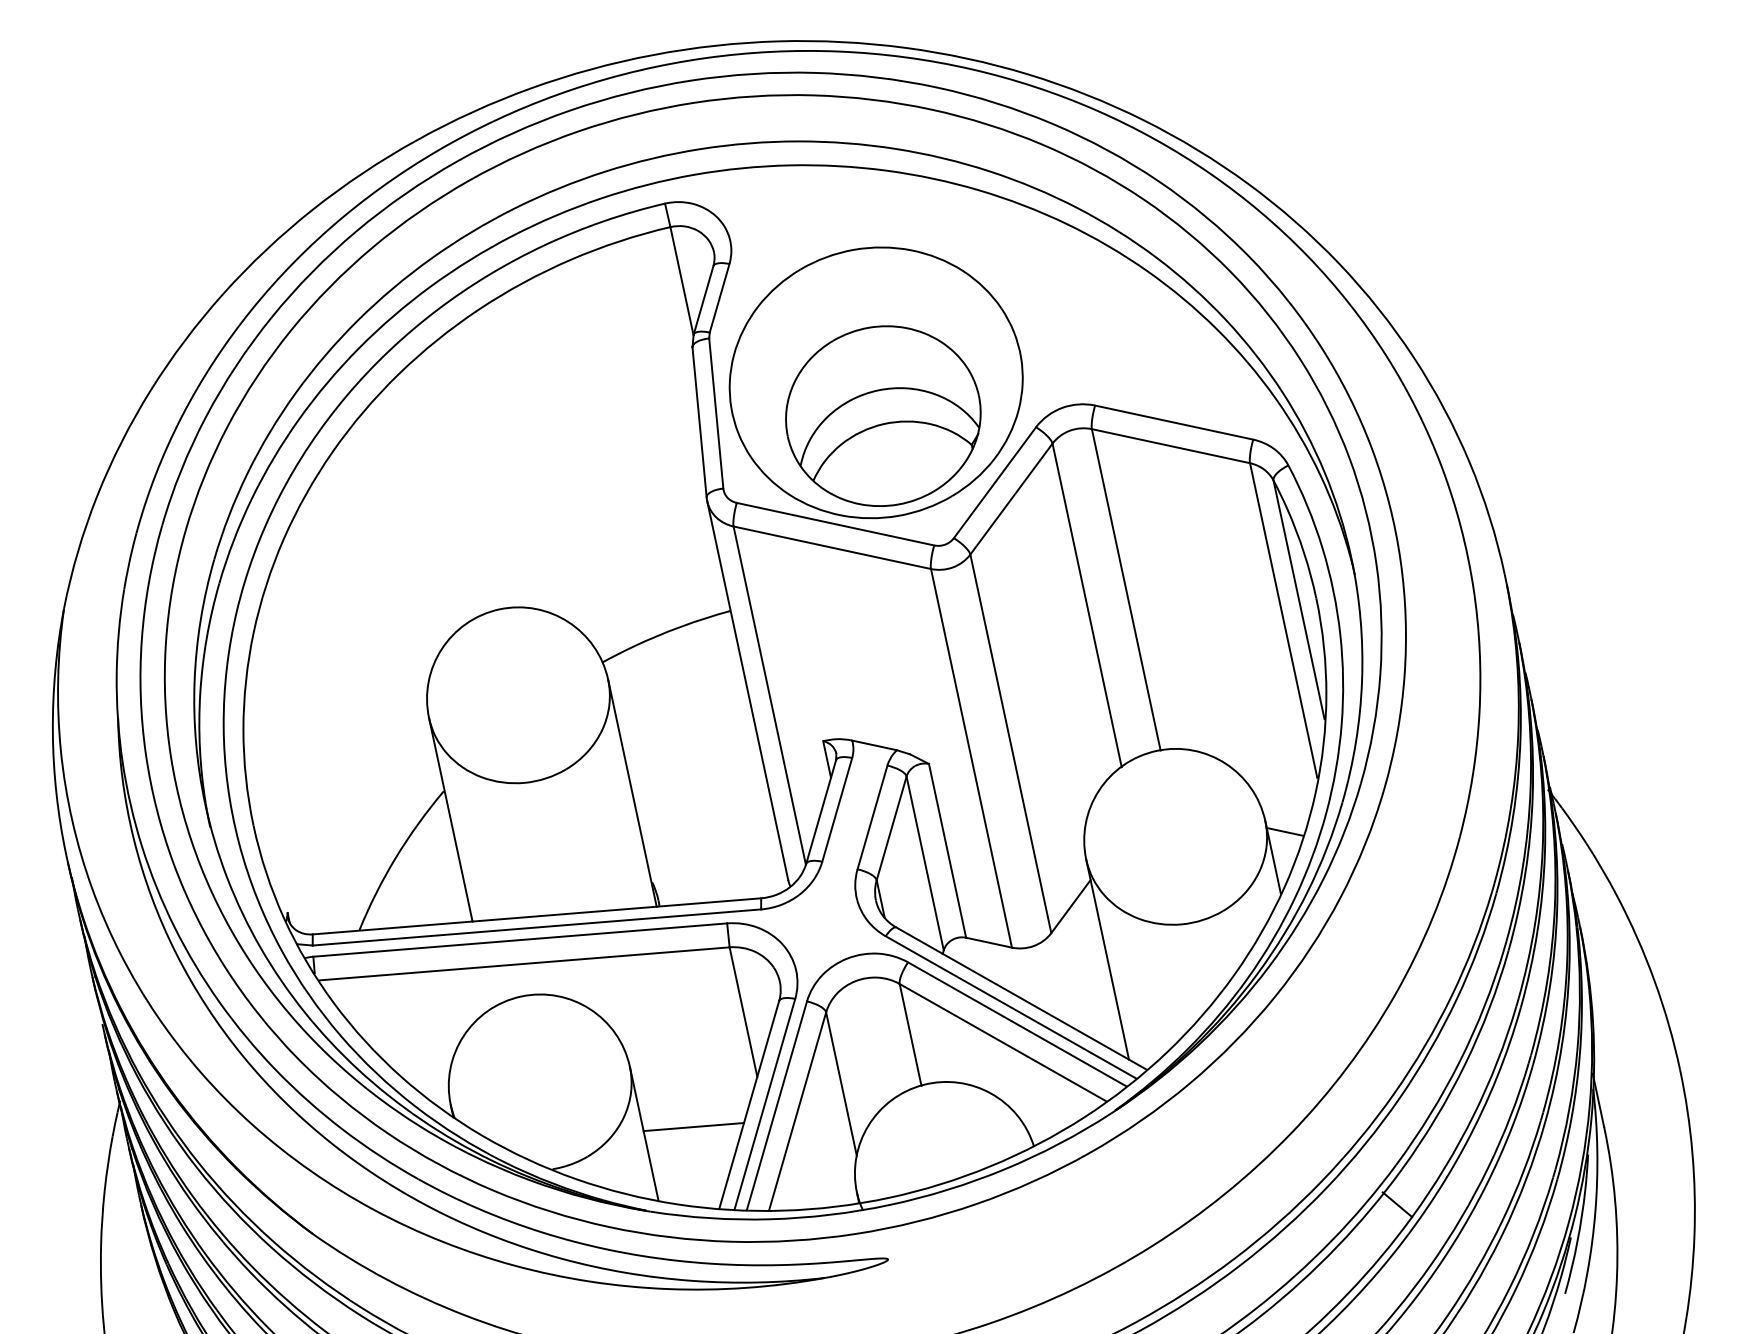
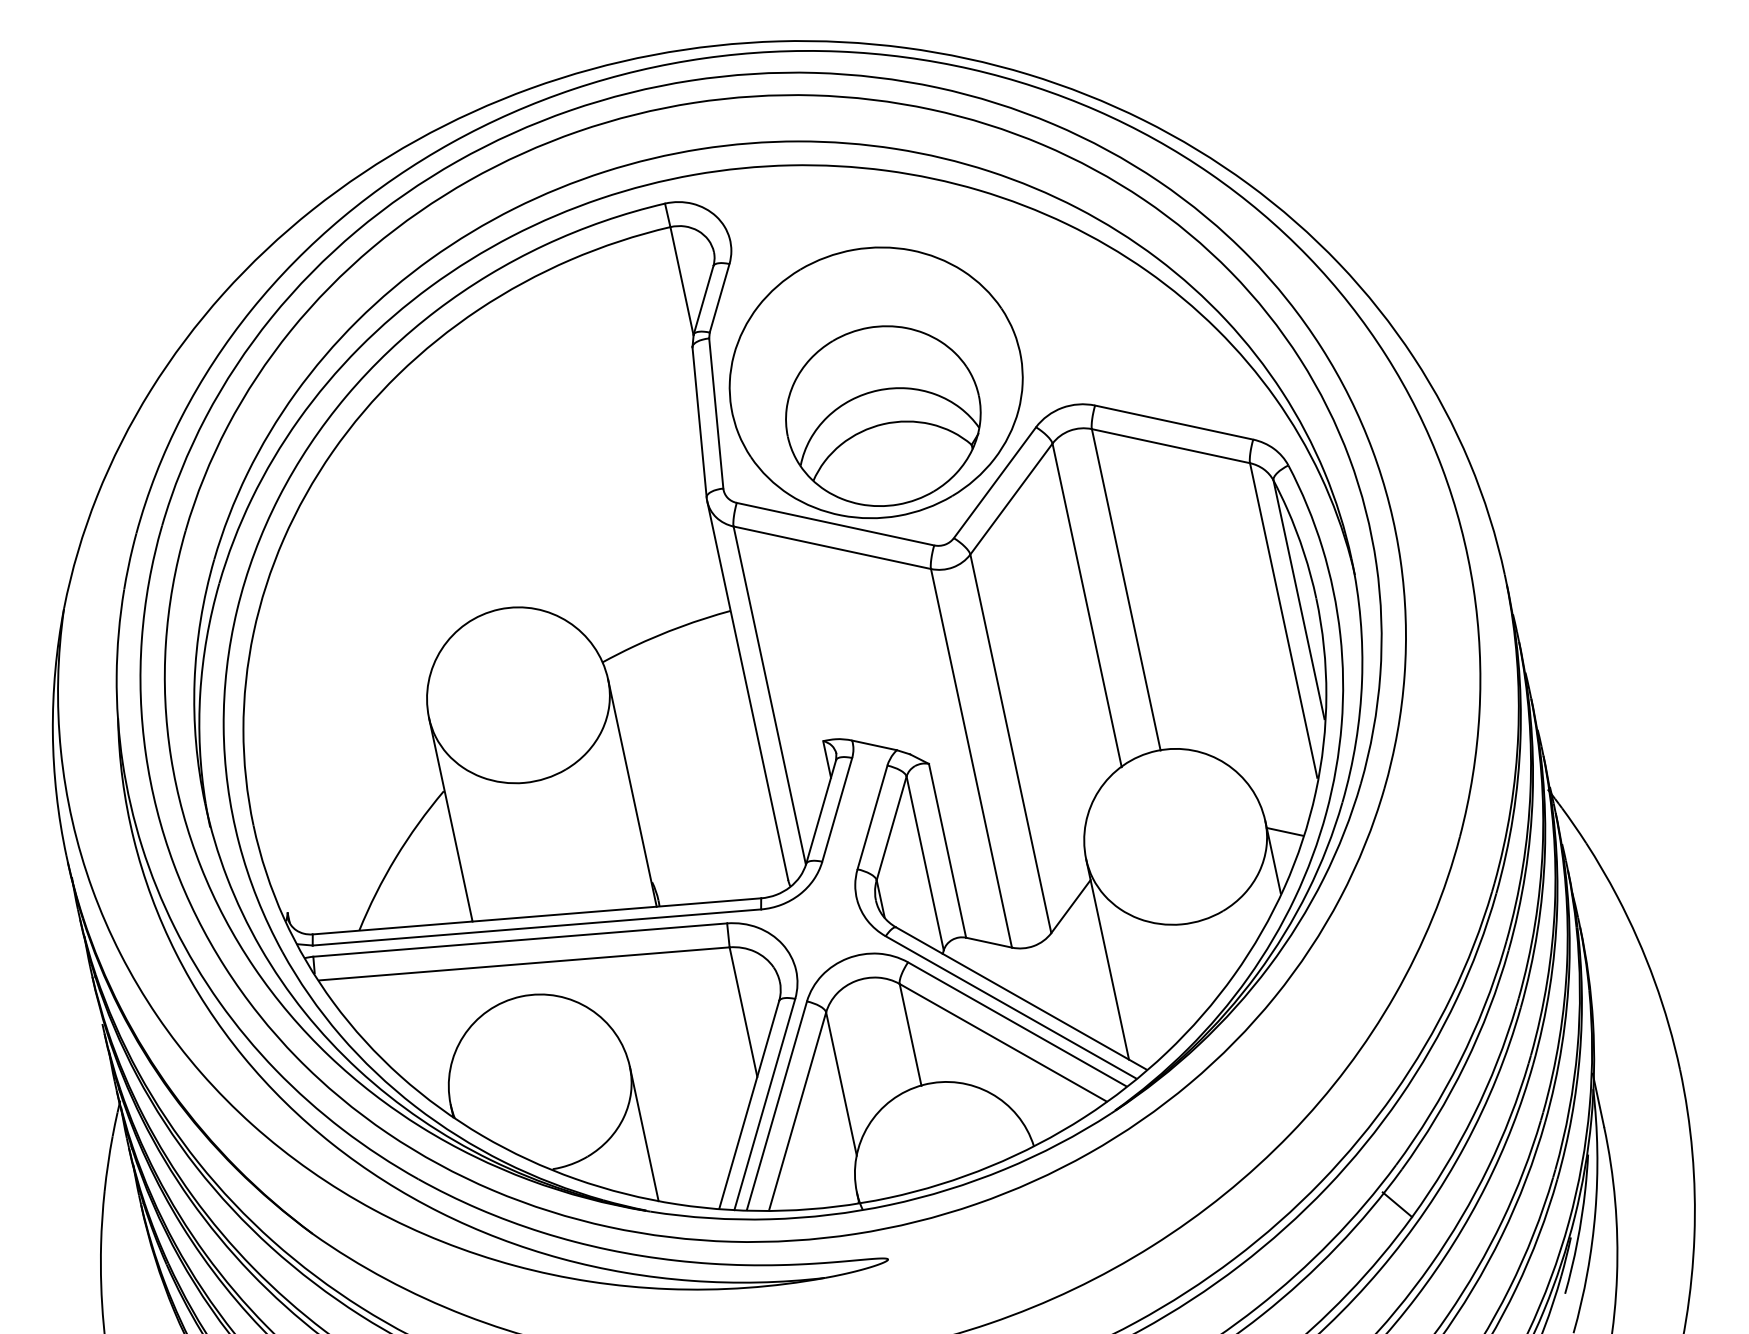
line at (693, 1127): present -> none
